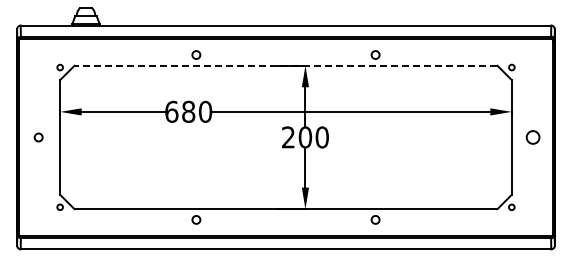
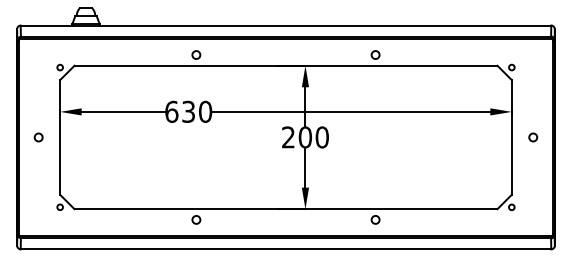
line at (285, 65): dashed -> solid
text at (188, 111): 680 -> 630
circle at (532, 137) size: 16x15 px -> 11x11 px
